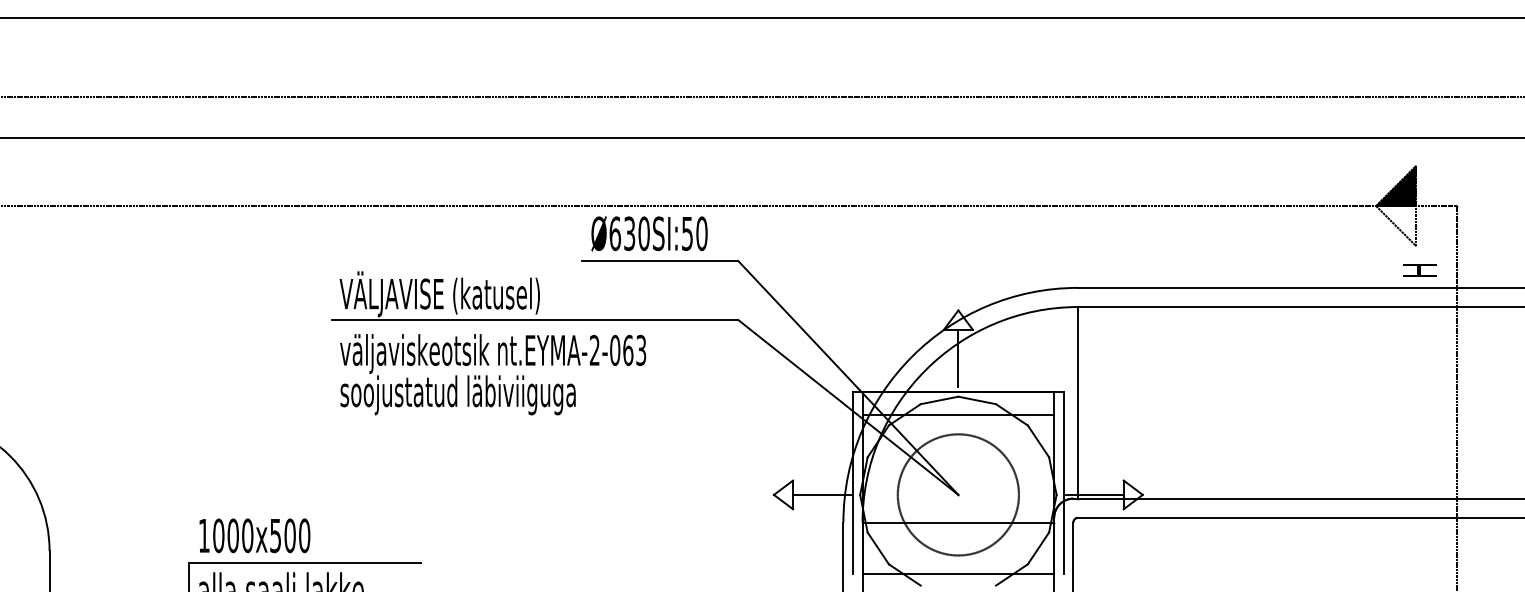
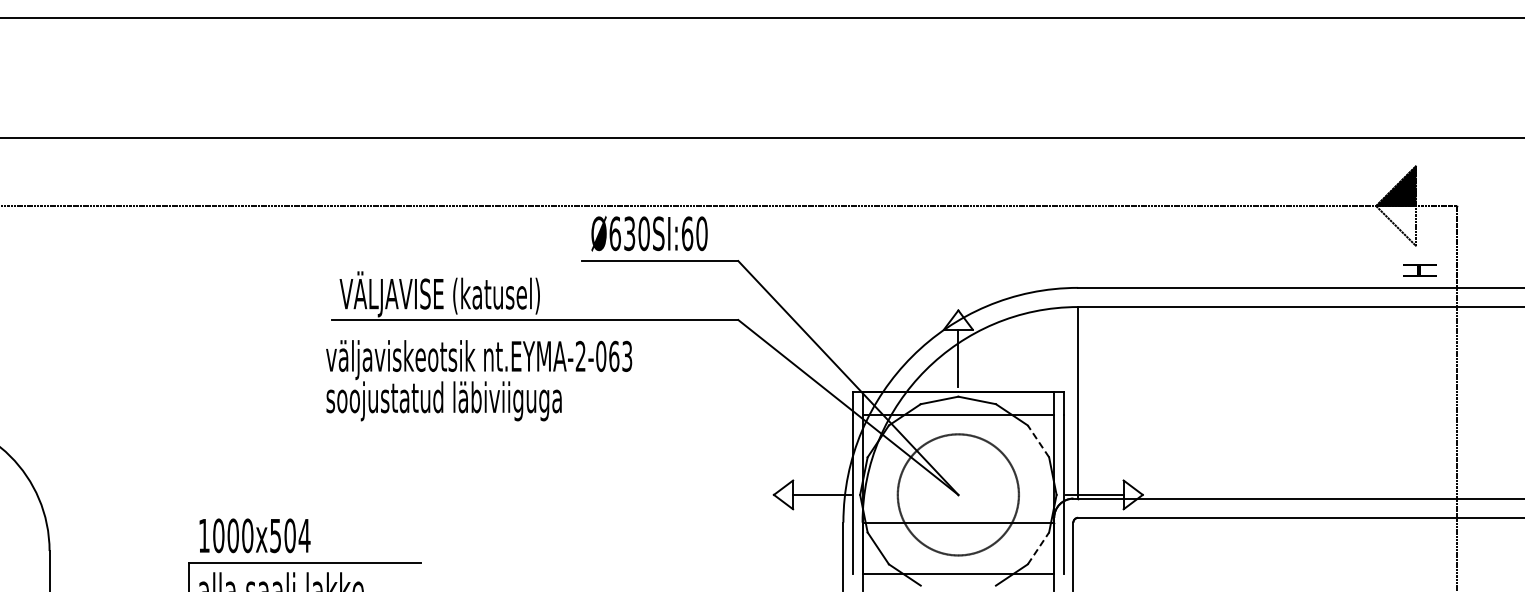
line at (761, 97): present -> none
text at (687, 233): Ø630SI:50 -> Ø630SI:60
text at (493, 374) position: (493, 374) -> (479, 380)
line at (1038, 440): solid -> dashed
text at (304, 535): 1000x500 -> 1000x504
line at (1038, 548): solid -> dashed
